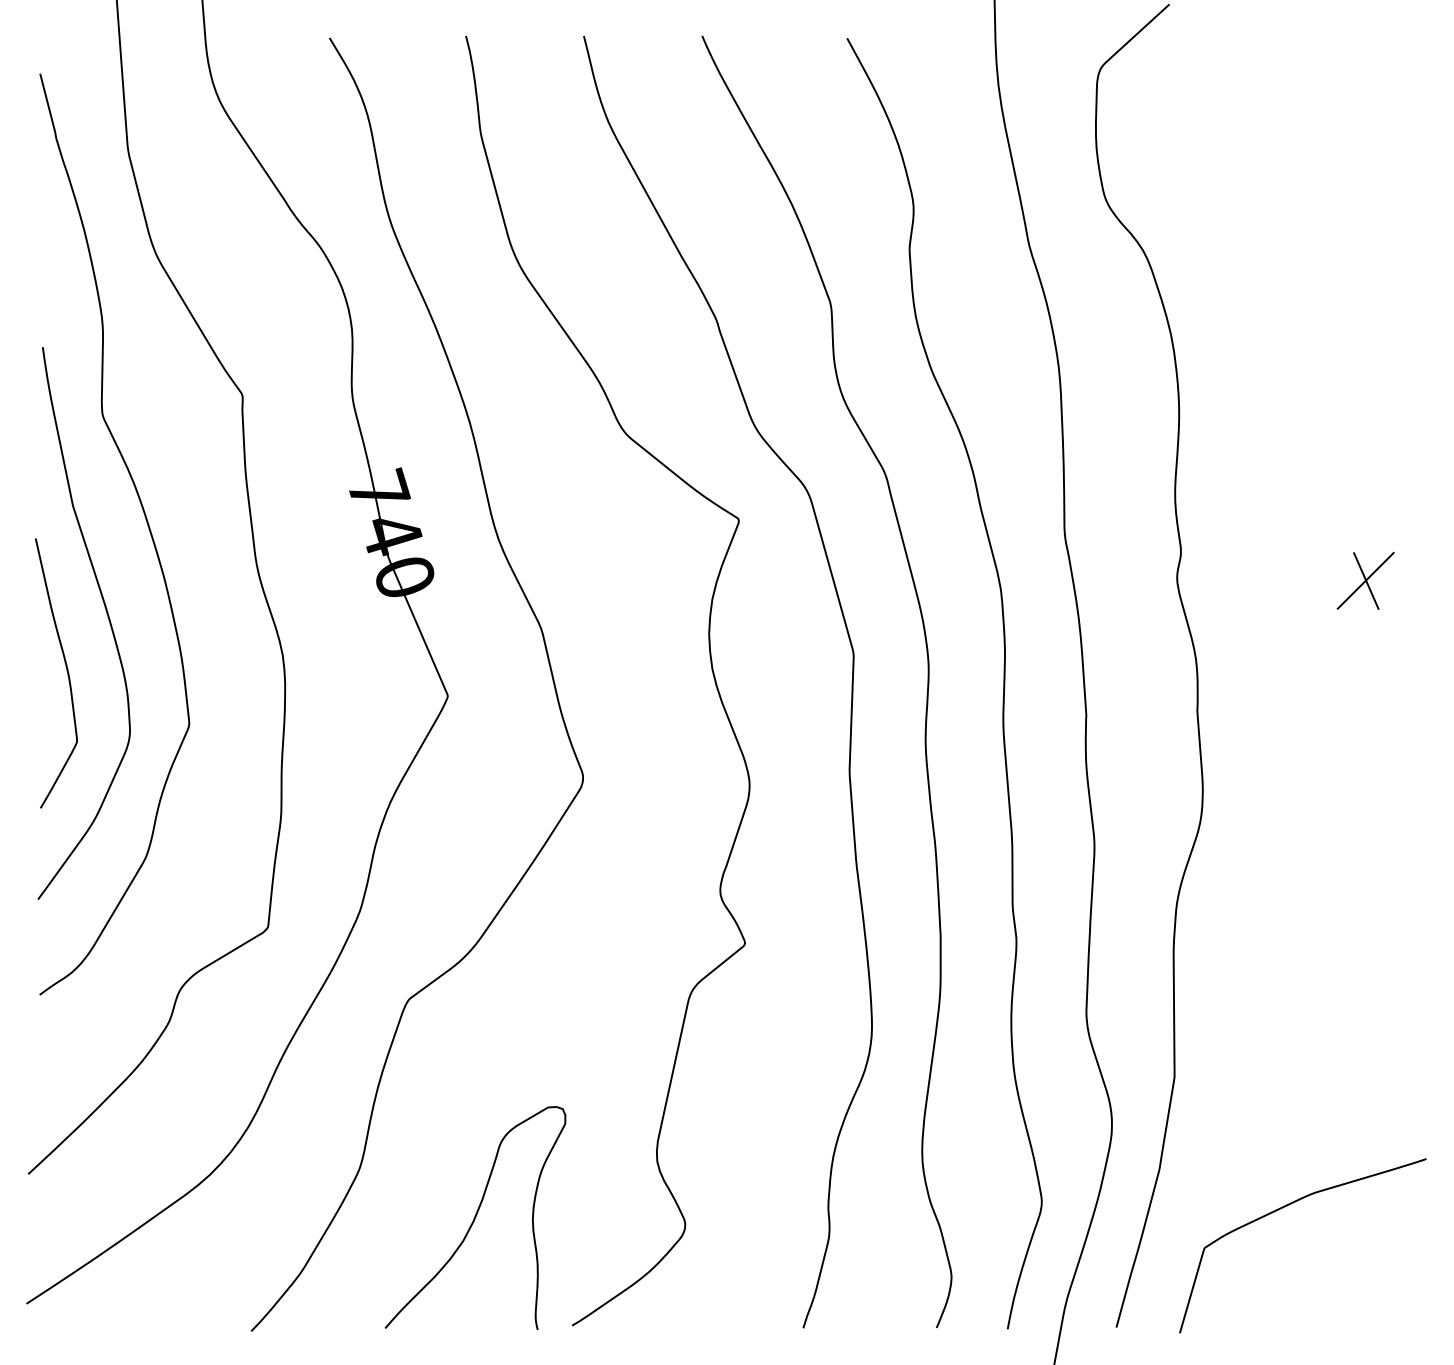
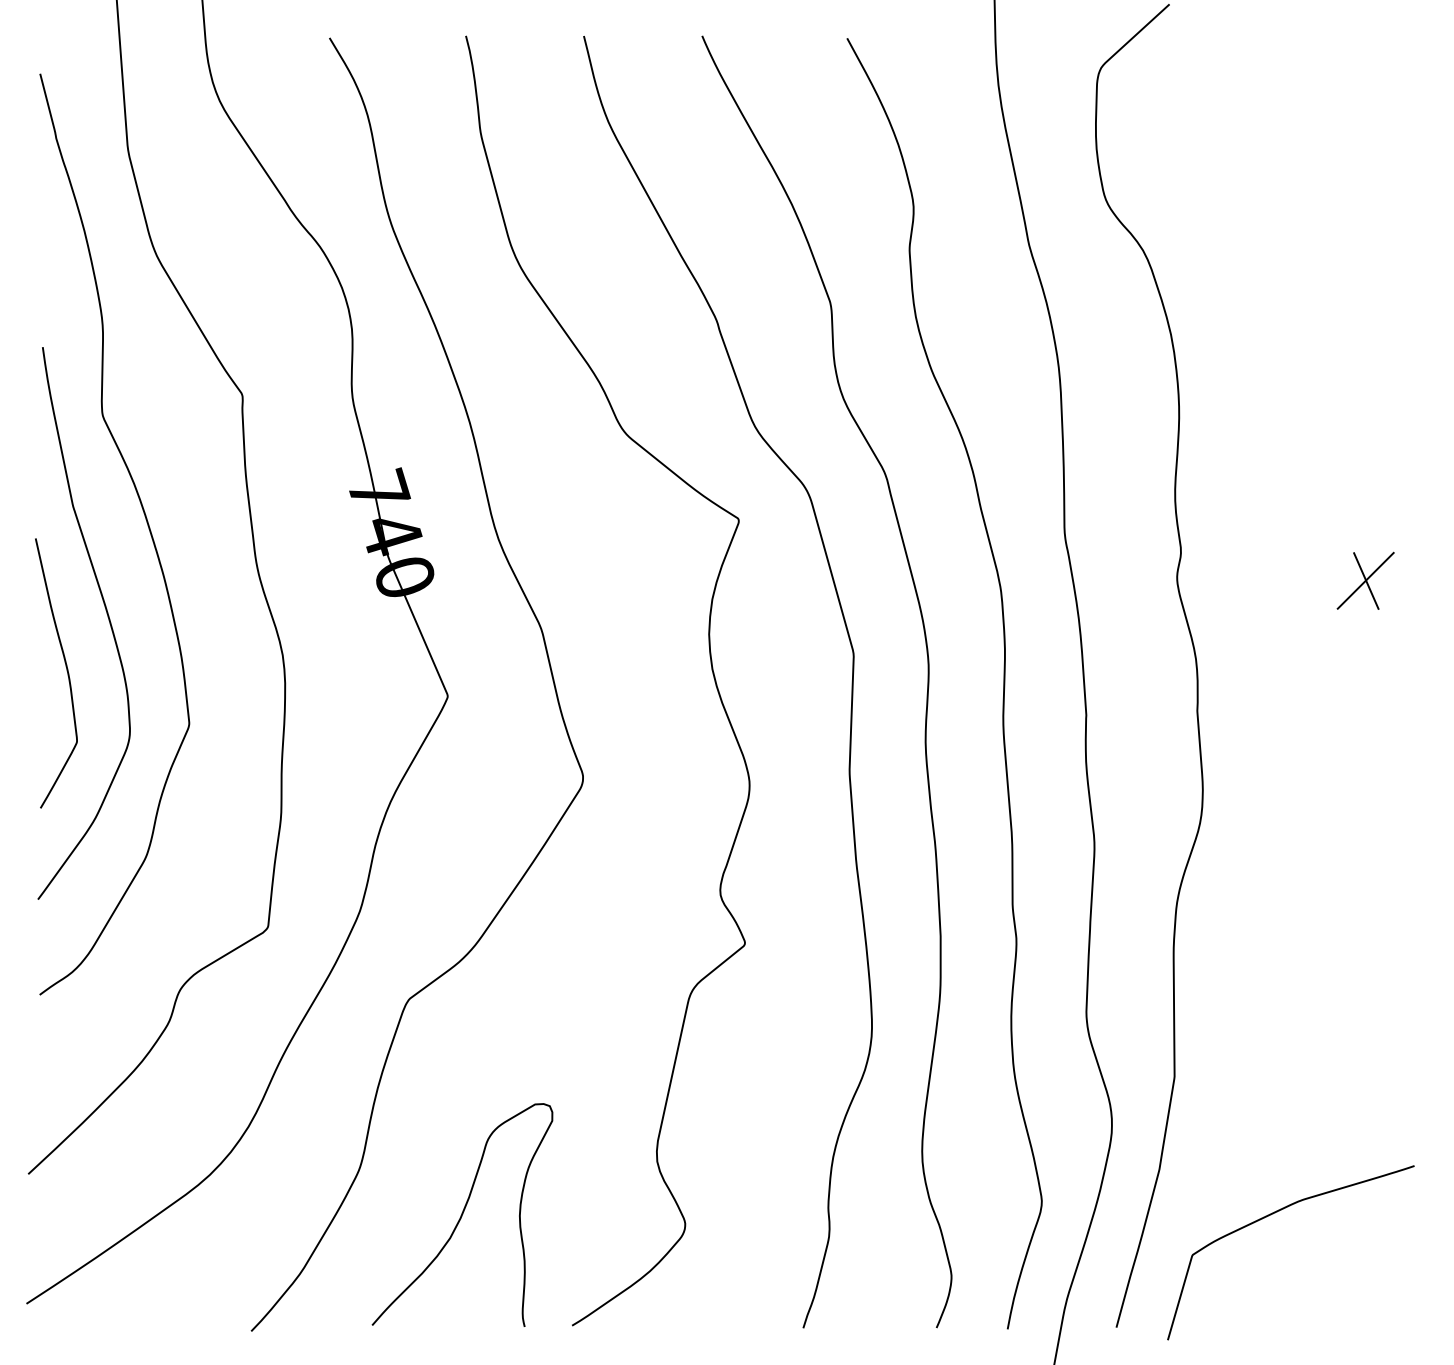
curve at (1283, 1208) position: (1283, 1208) -> (1271, 1215)
curve at (475, 1217) position: (475, 1217) -> (462, 1214)
